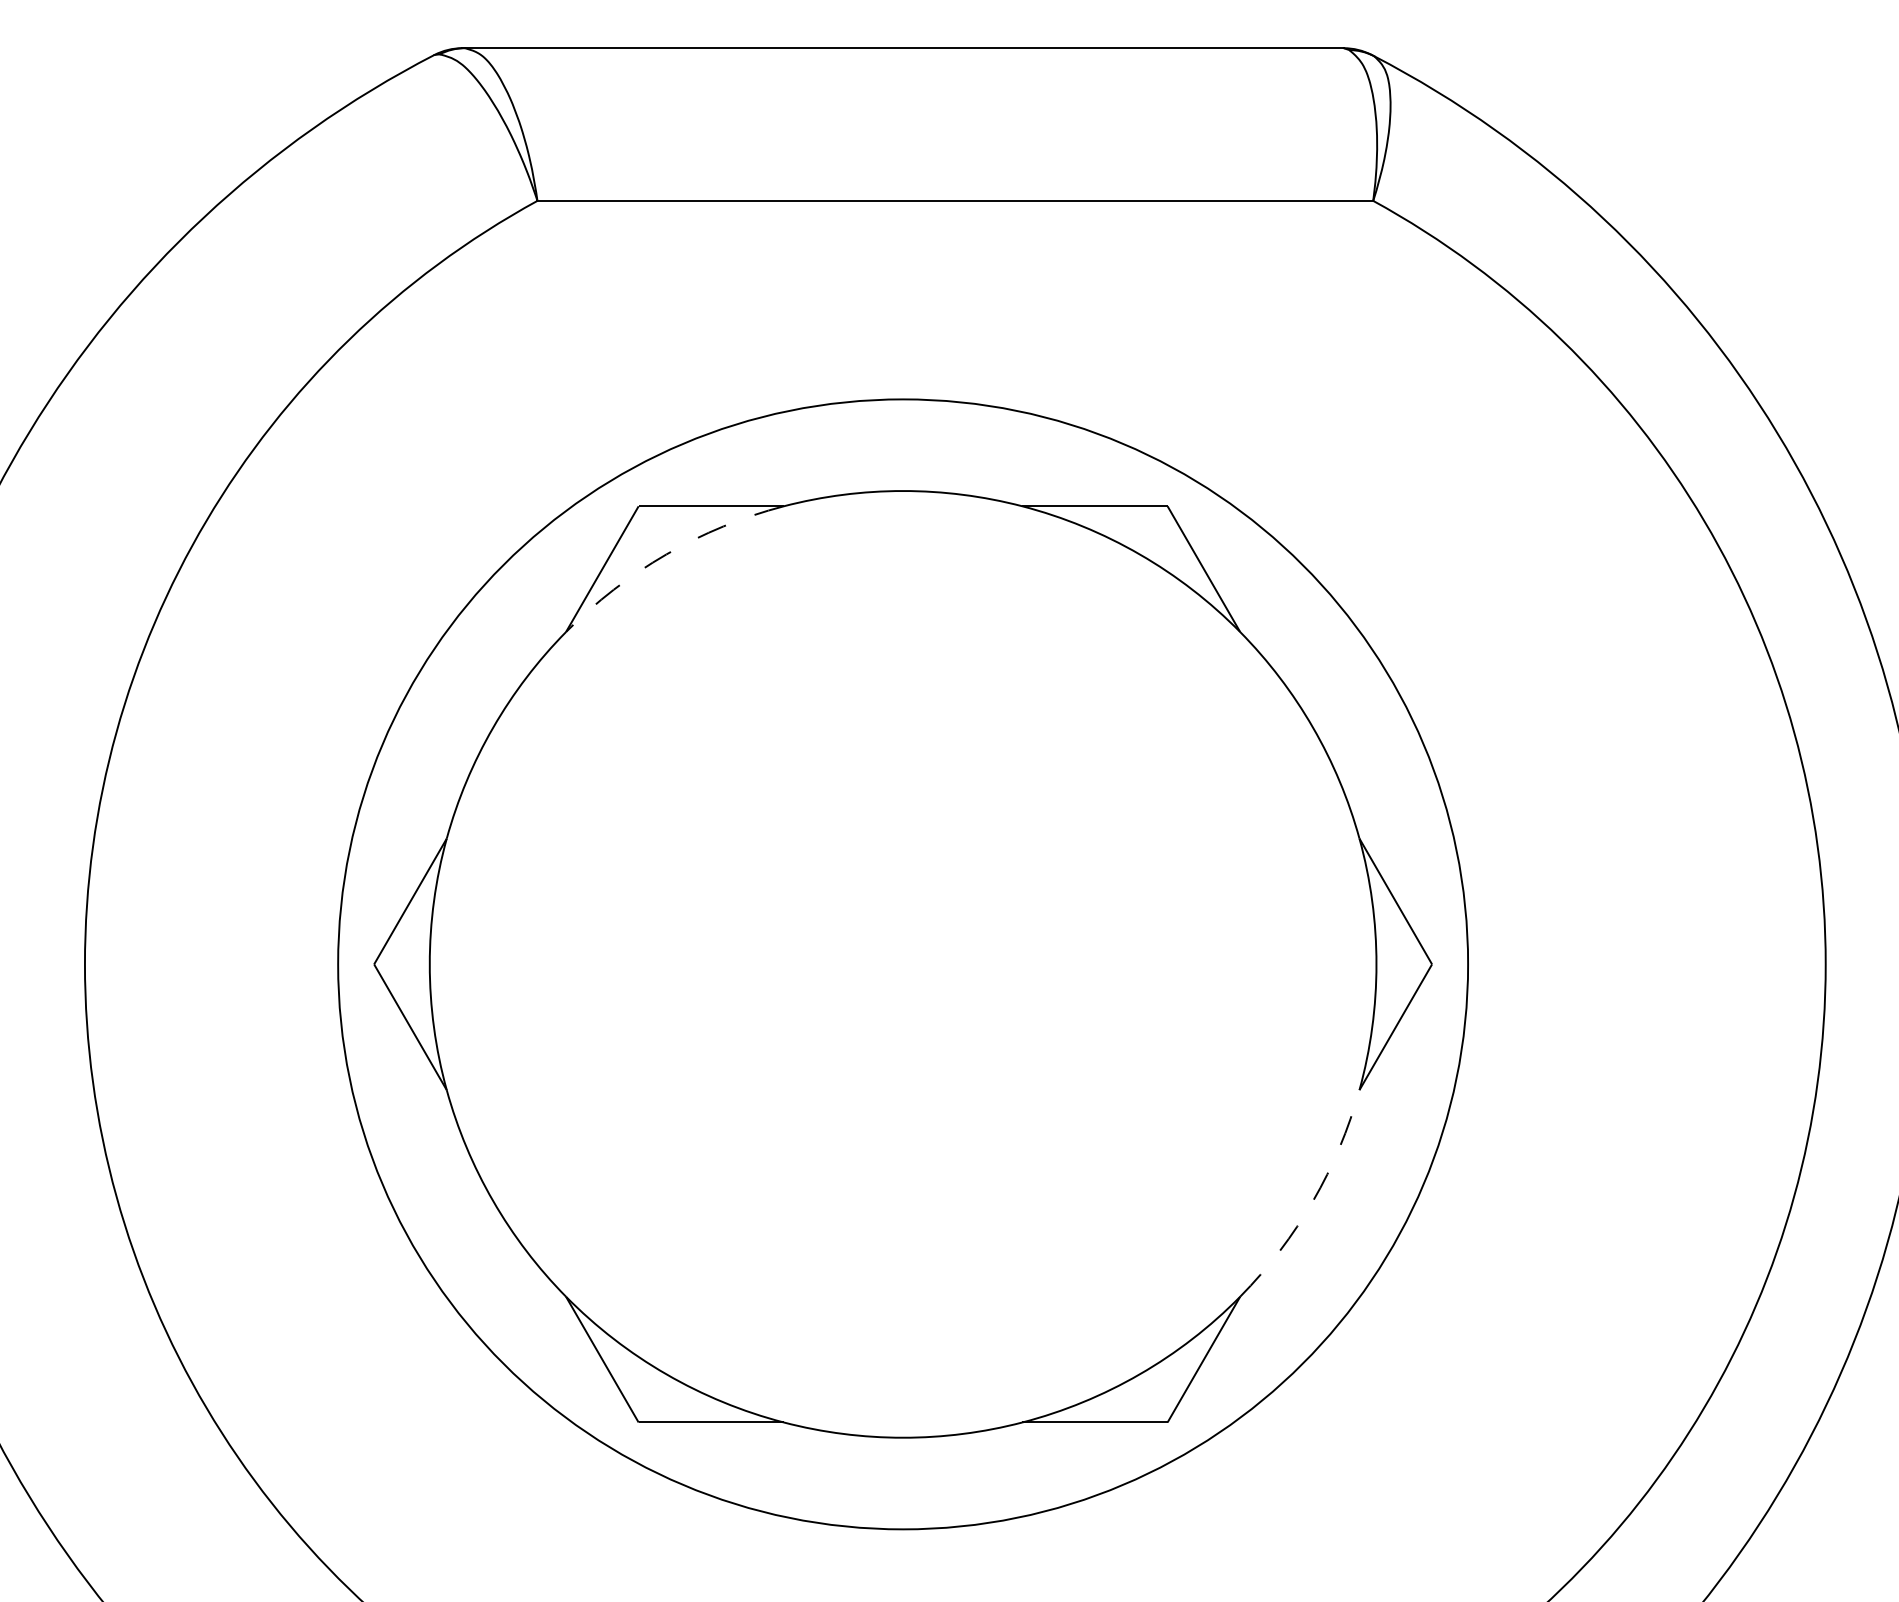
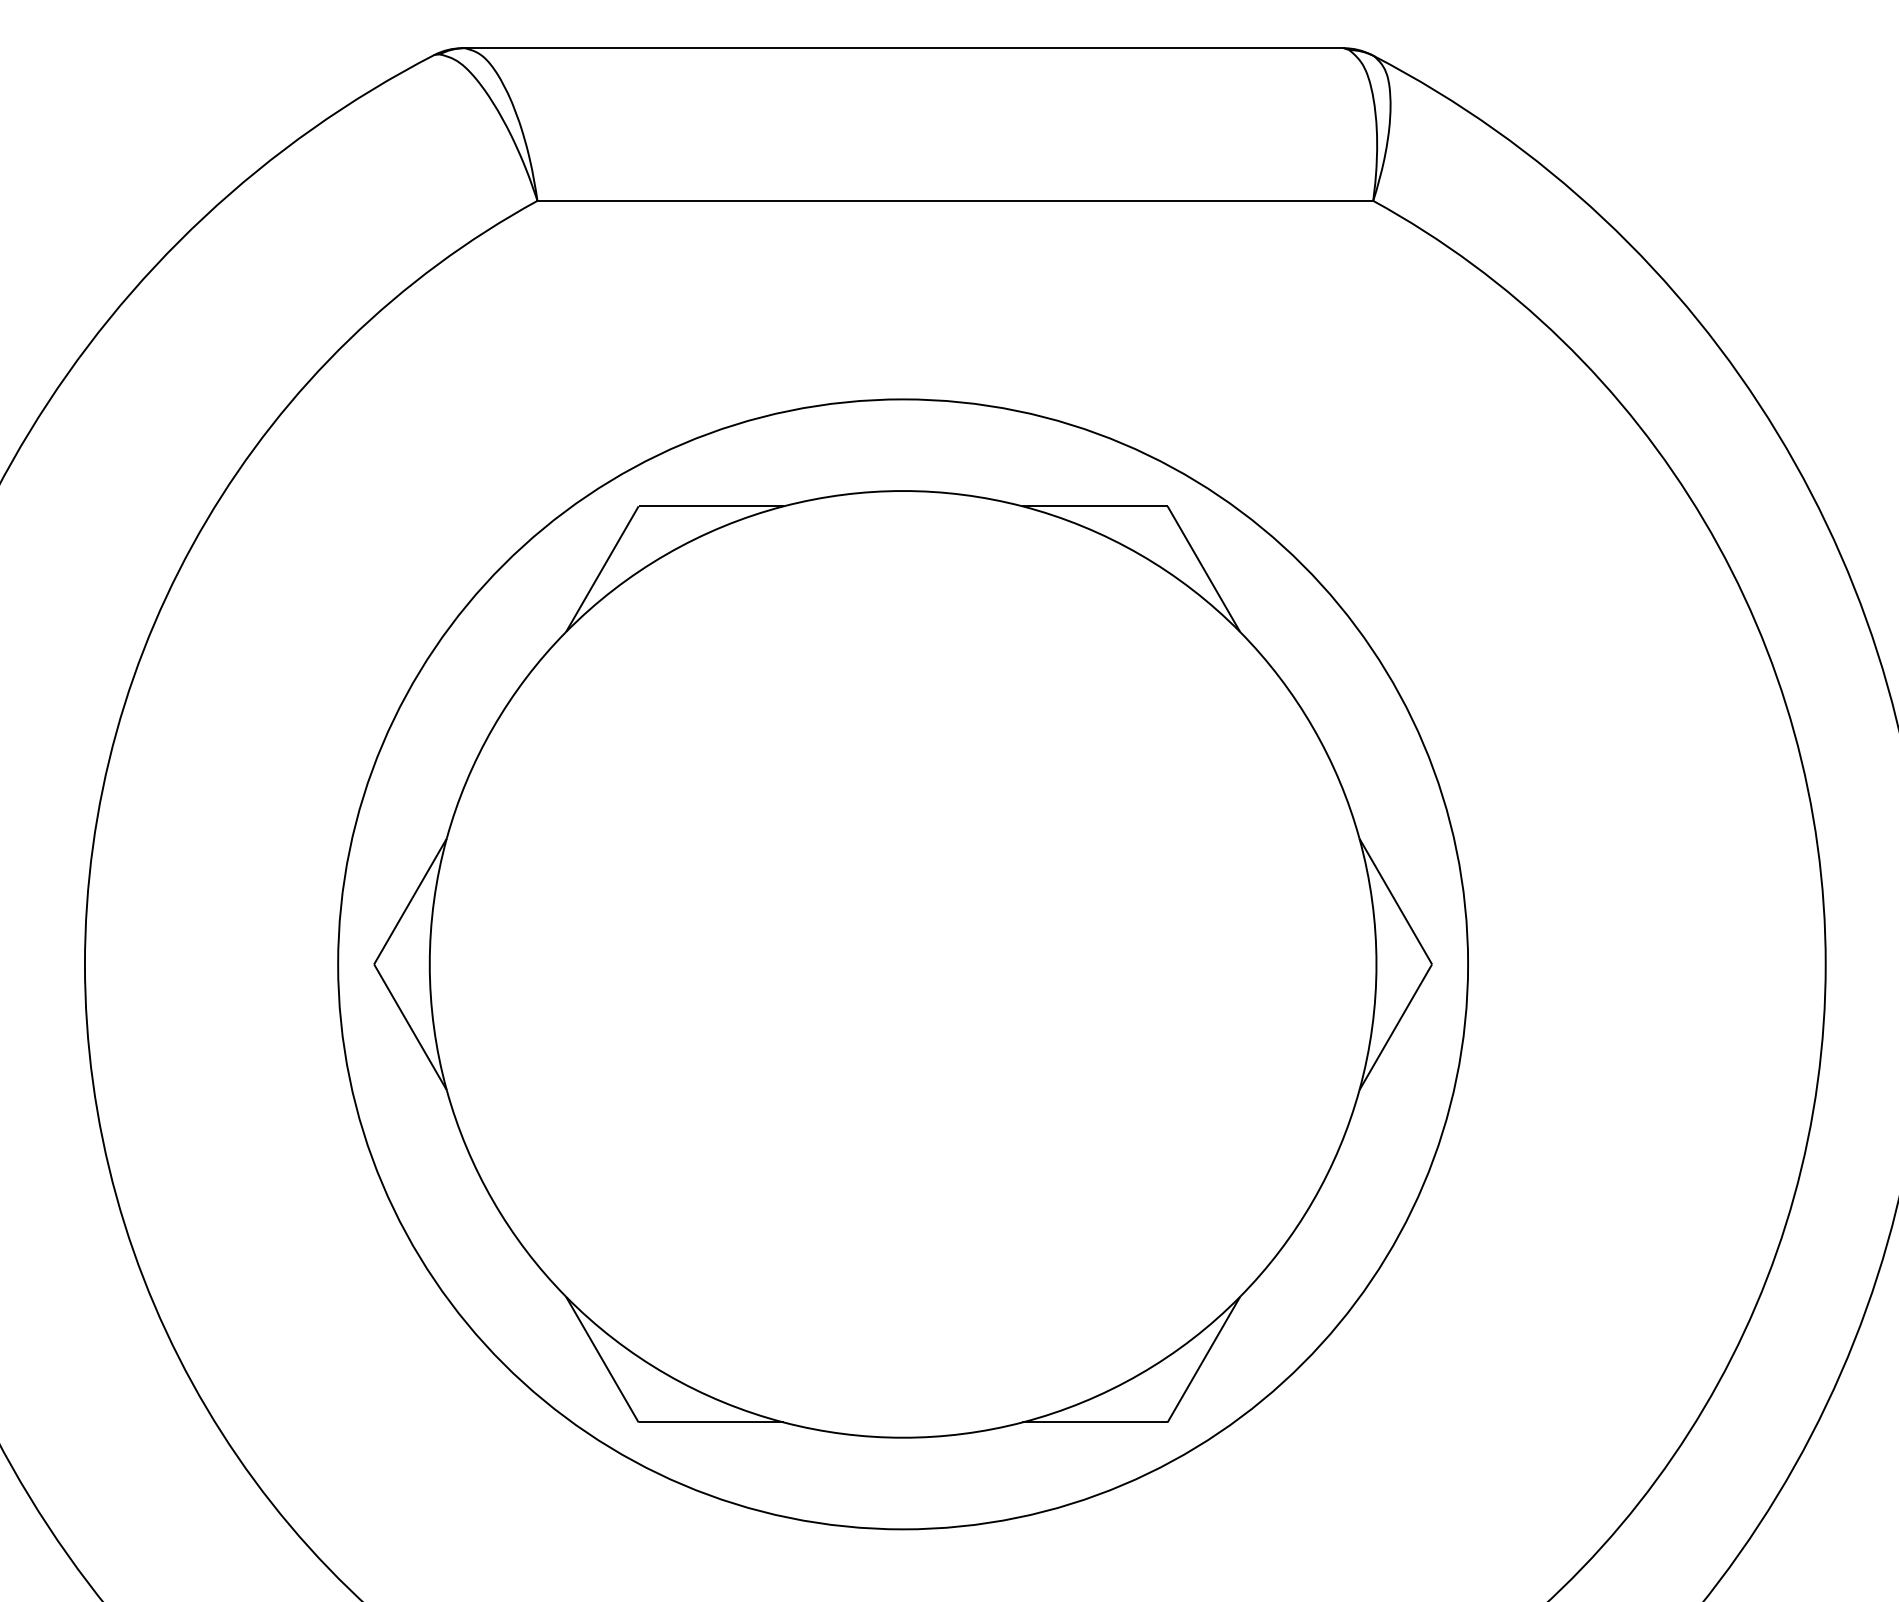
arc at (666, 554): dashed -> solid
arc at (1313, 1201): dashed -> solid
